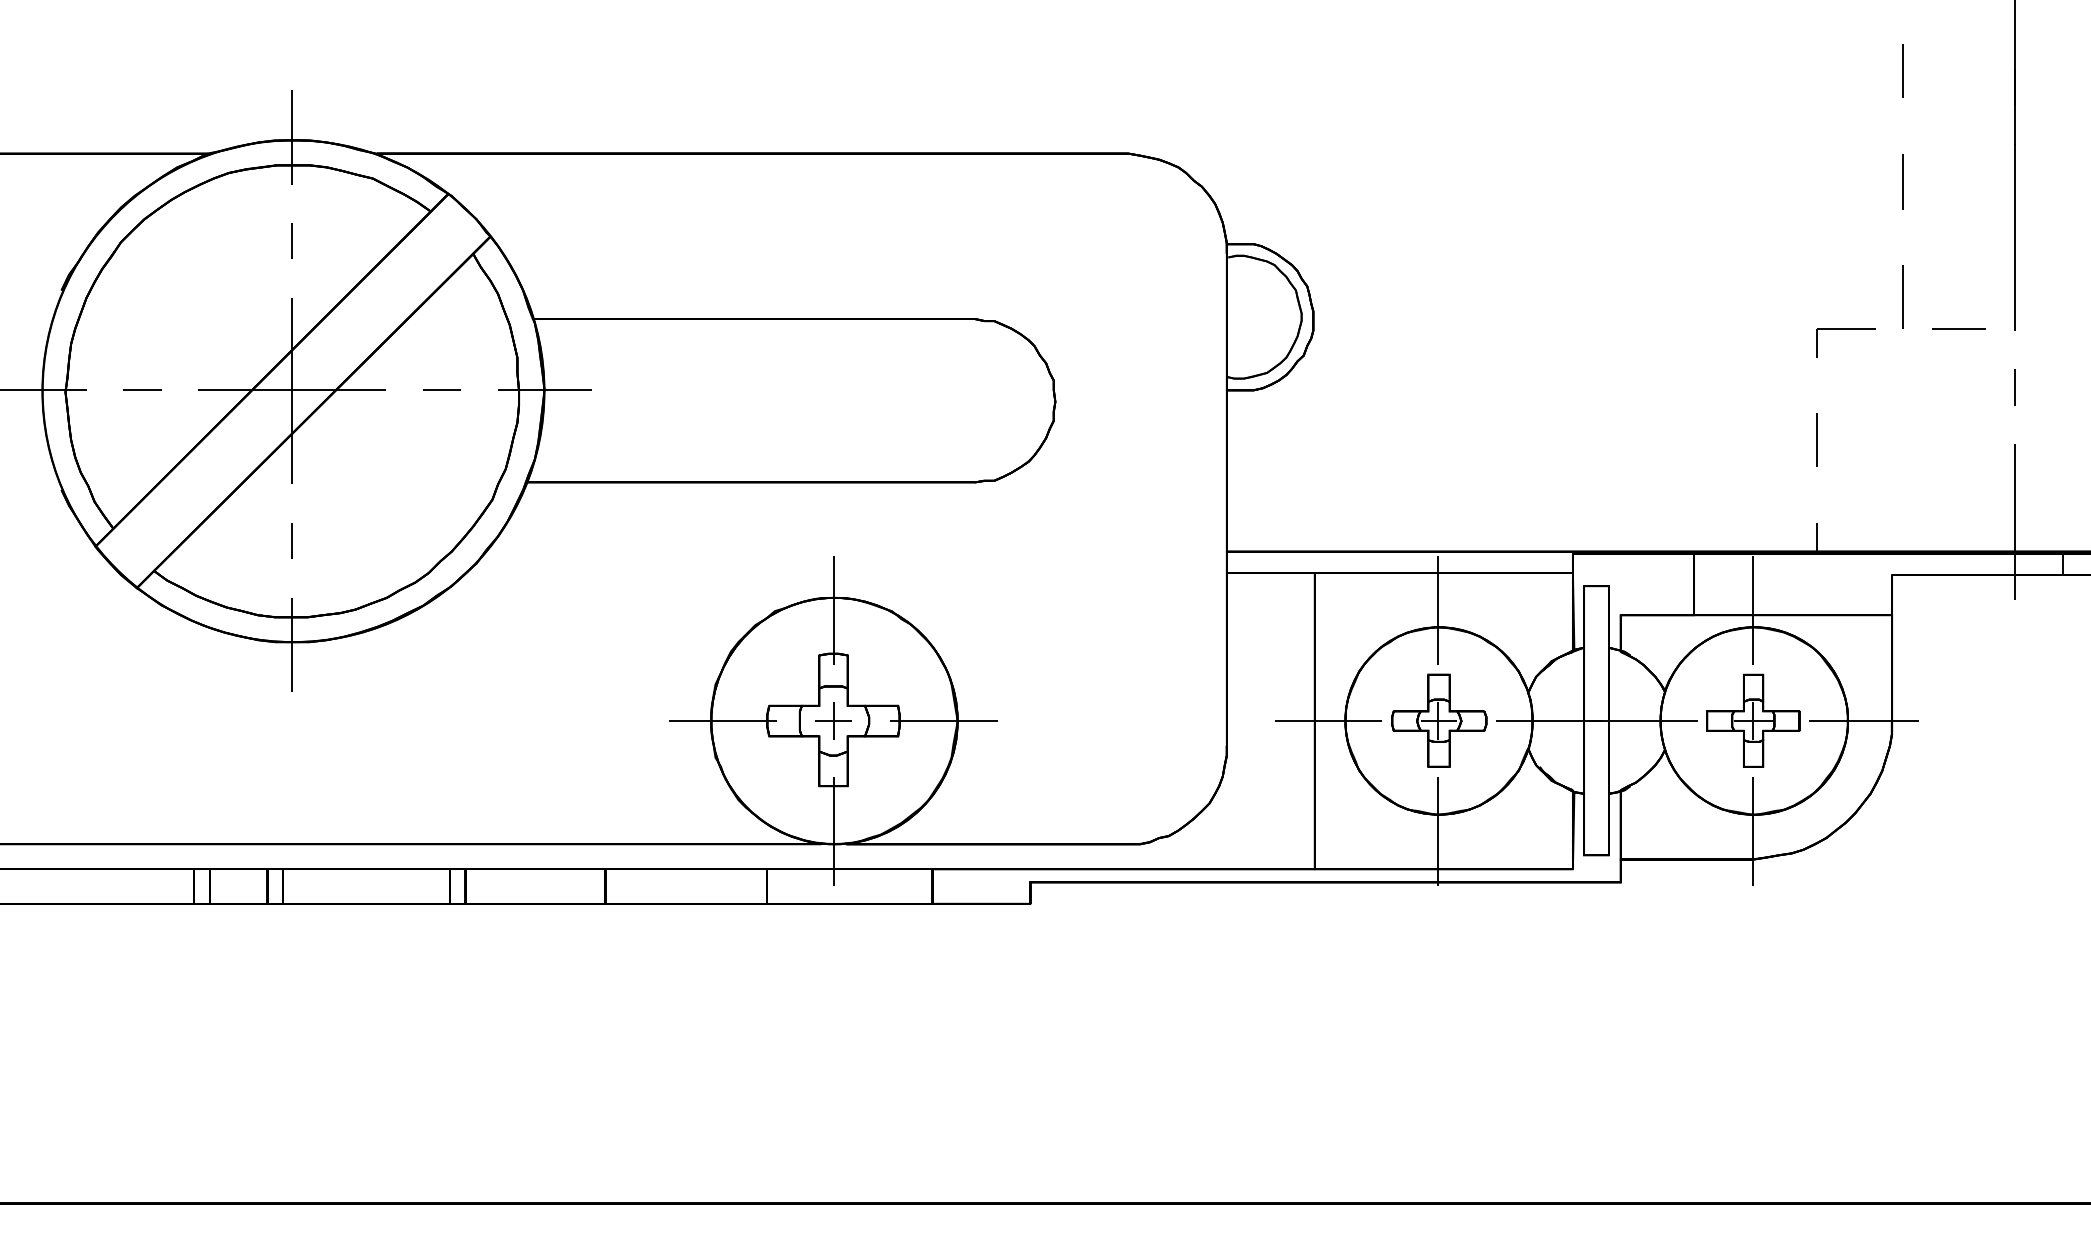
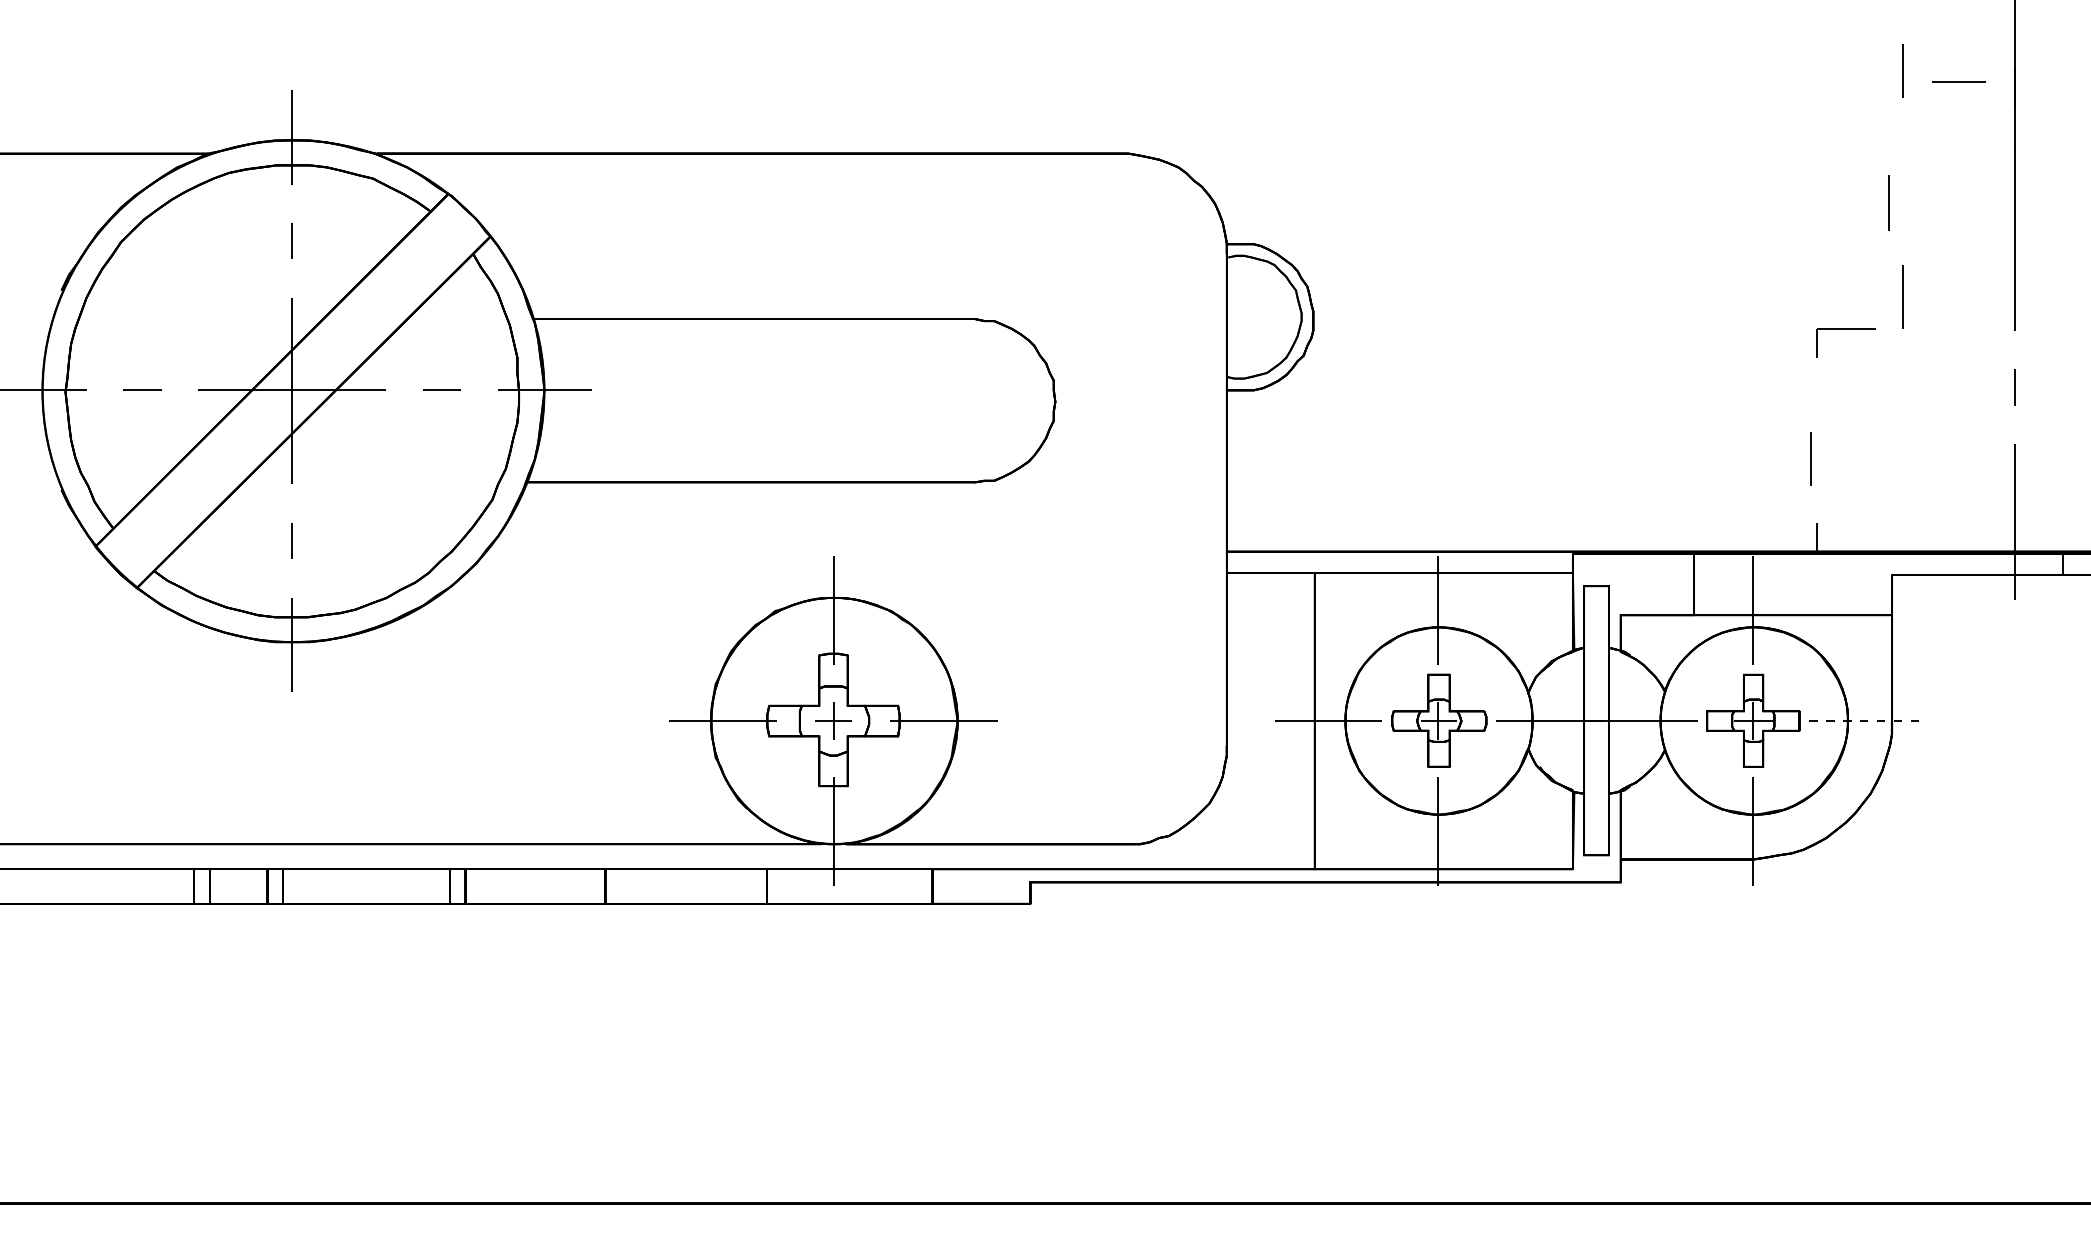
line at (1902, 181) position: (1902, 181) -> (1888, 202)
line at (1958, 328) position: (1958, 328) -> (1958, 81)
line at (1816, 439) position: (1816, 439) -> (1810, 458)
line at (1863, 720): solid -> dashed
